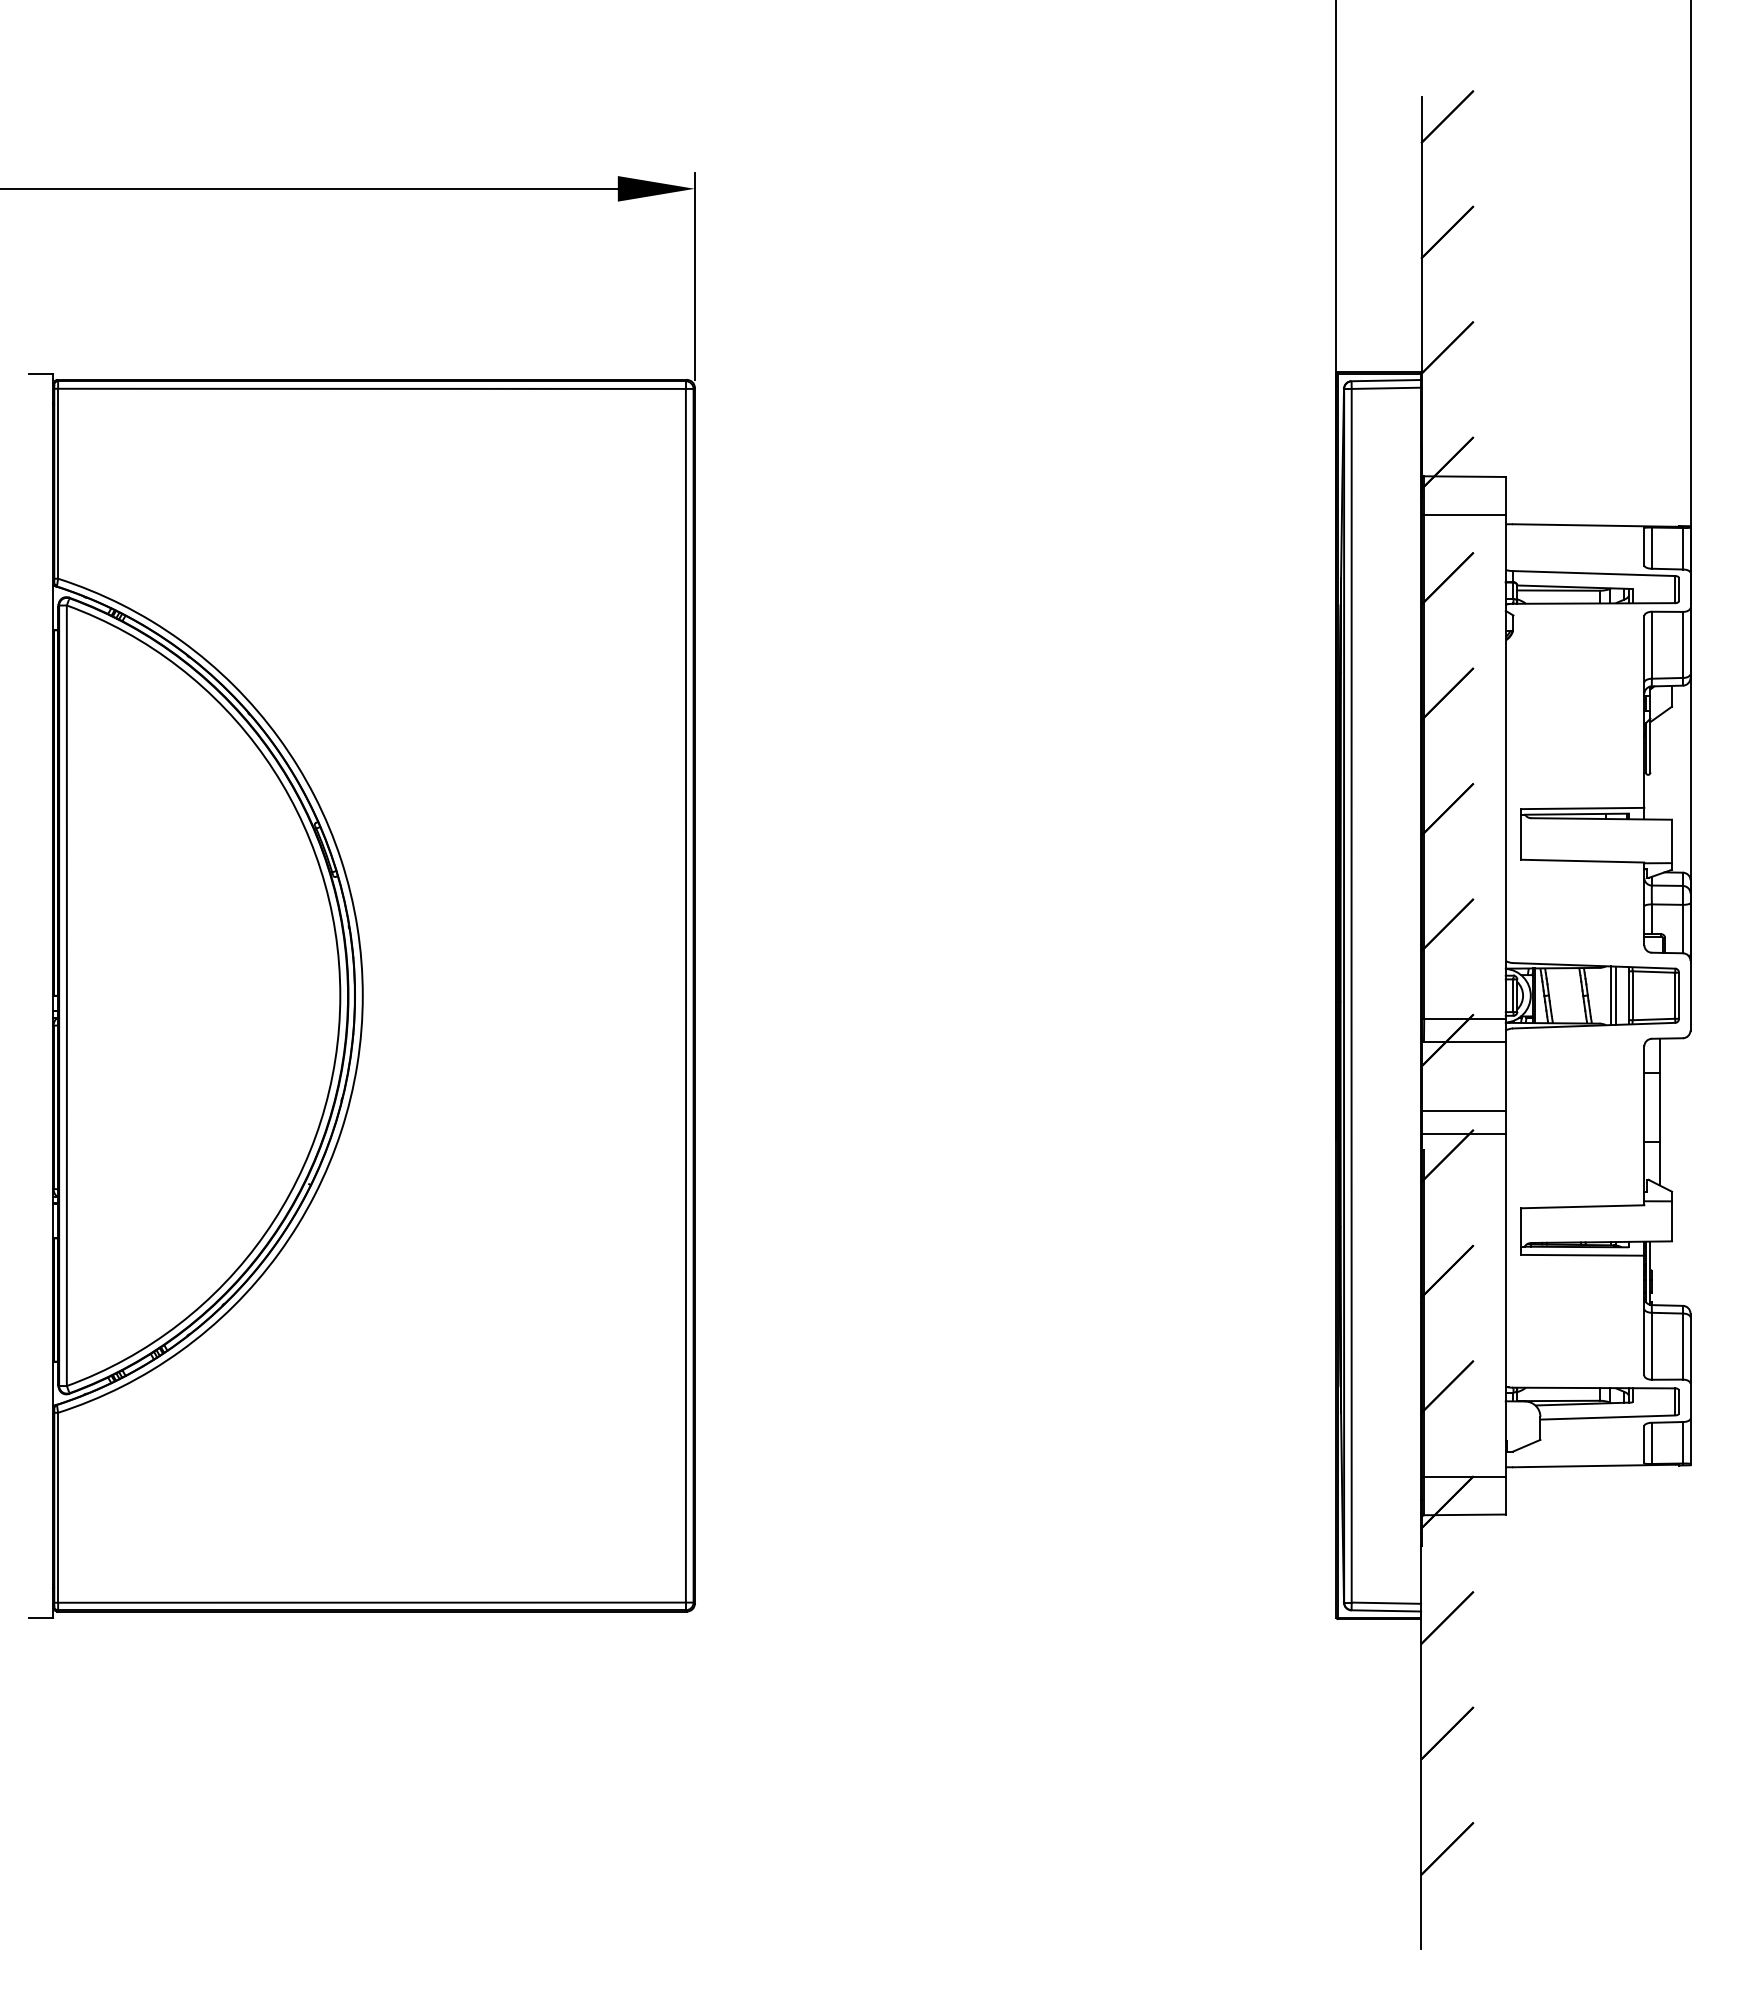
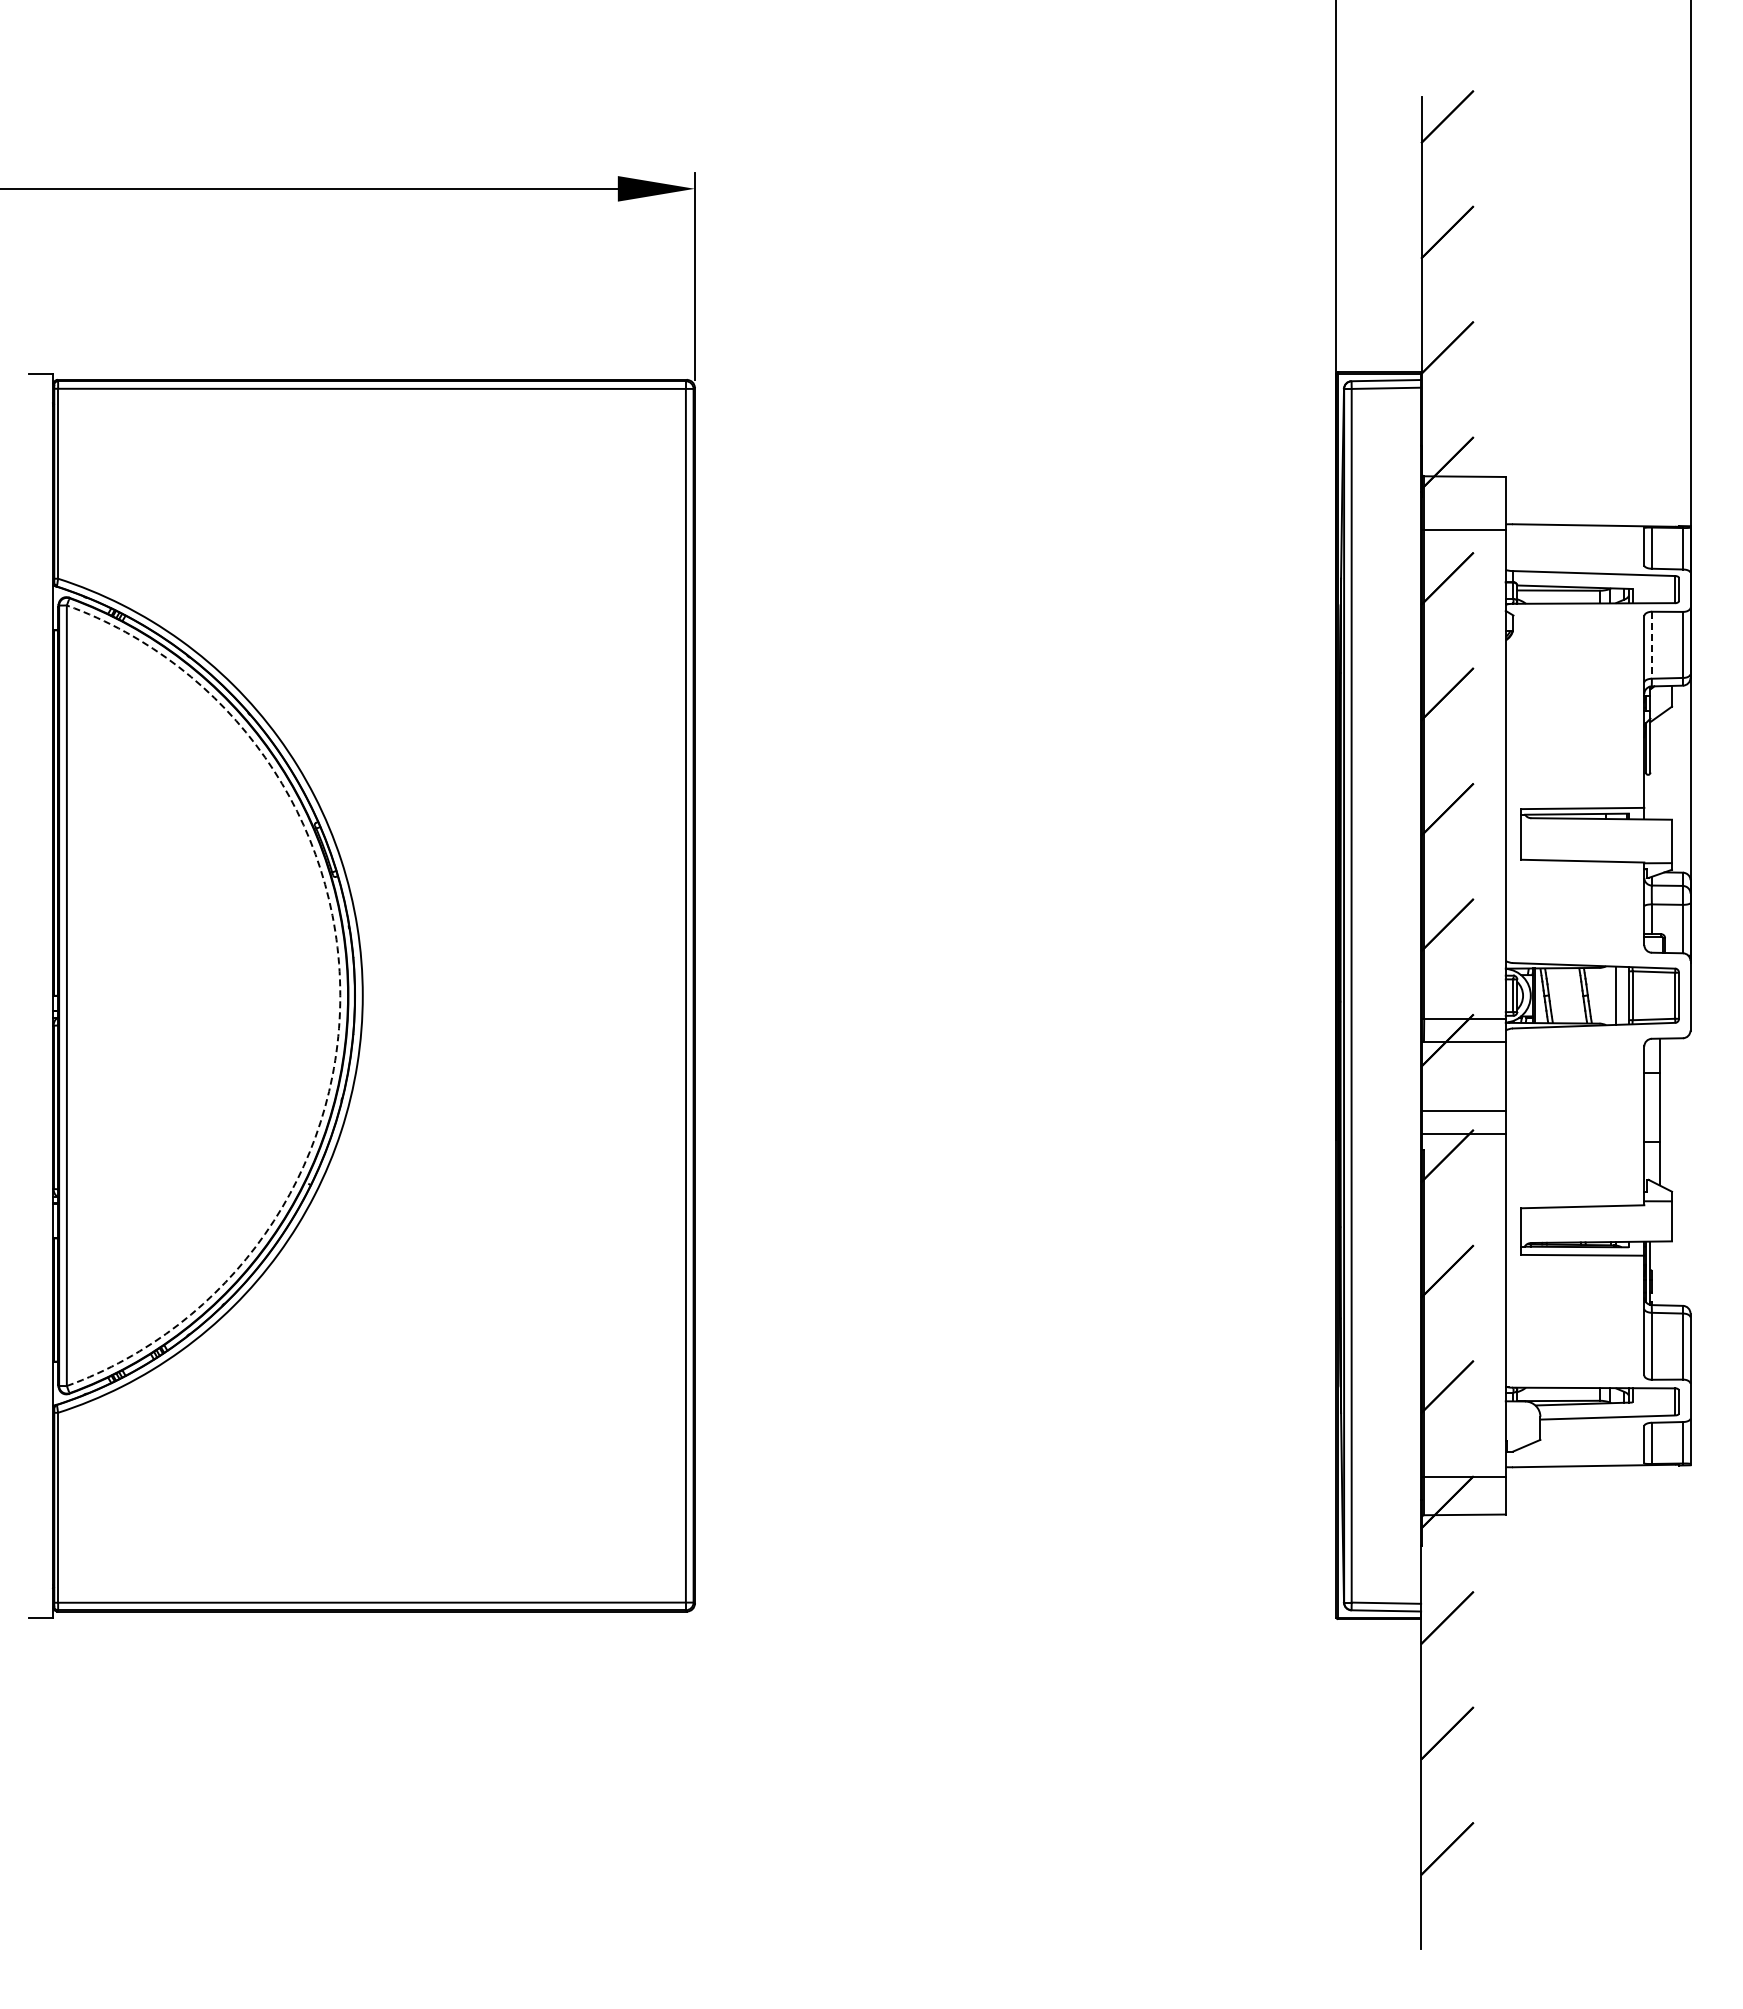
line at (1463, 514) position: (1463, 514) -> (1463, 529)
line at (1651, 645): solid -> dashed
arc at (340, 995): solid -> dashed
line at (1611, 995): present -> none
